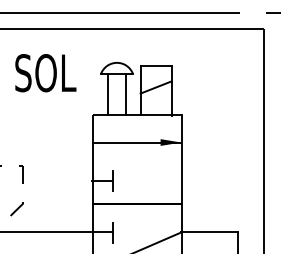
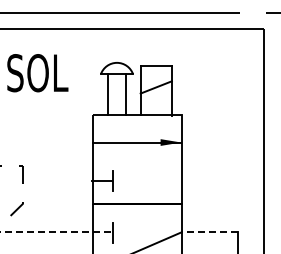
text at (45, 73) position: (45, 73) -> (37, 73)
line at (209, 231): solid -> dashed
line at (56, 232): solid -> dashed
